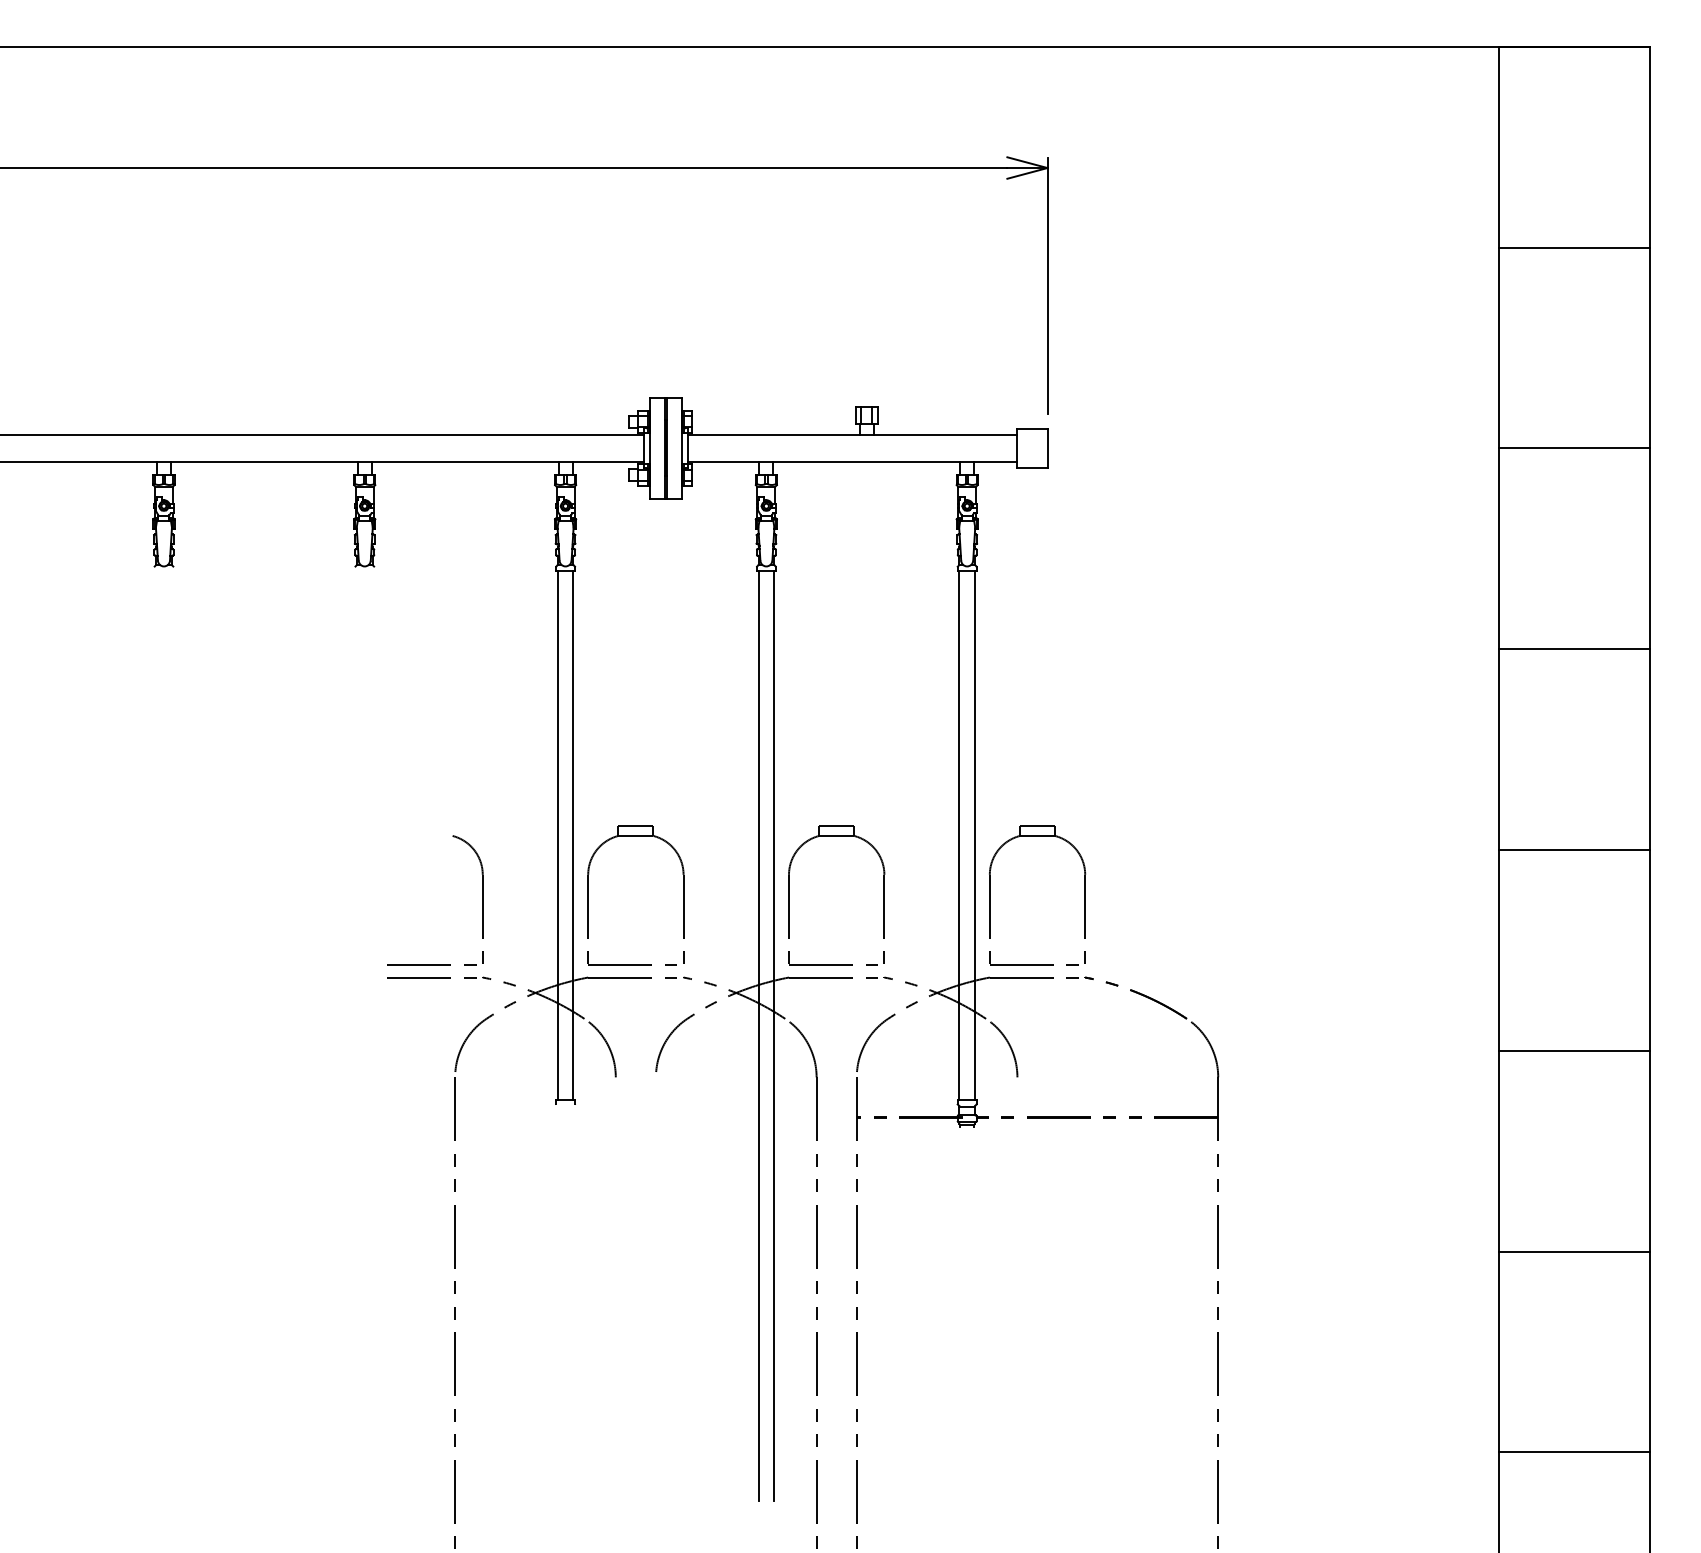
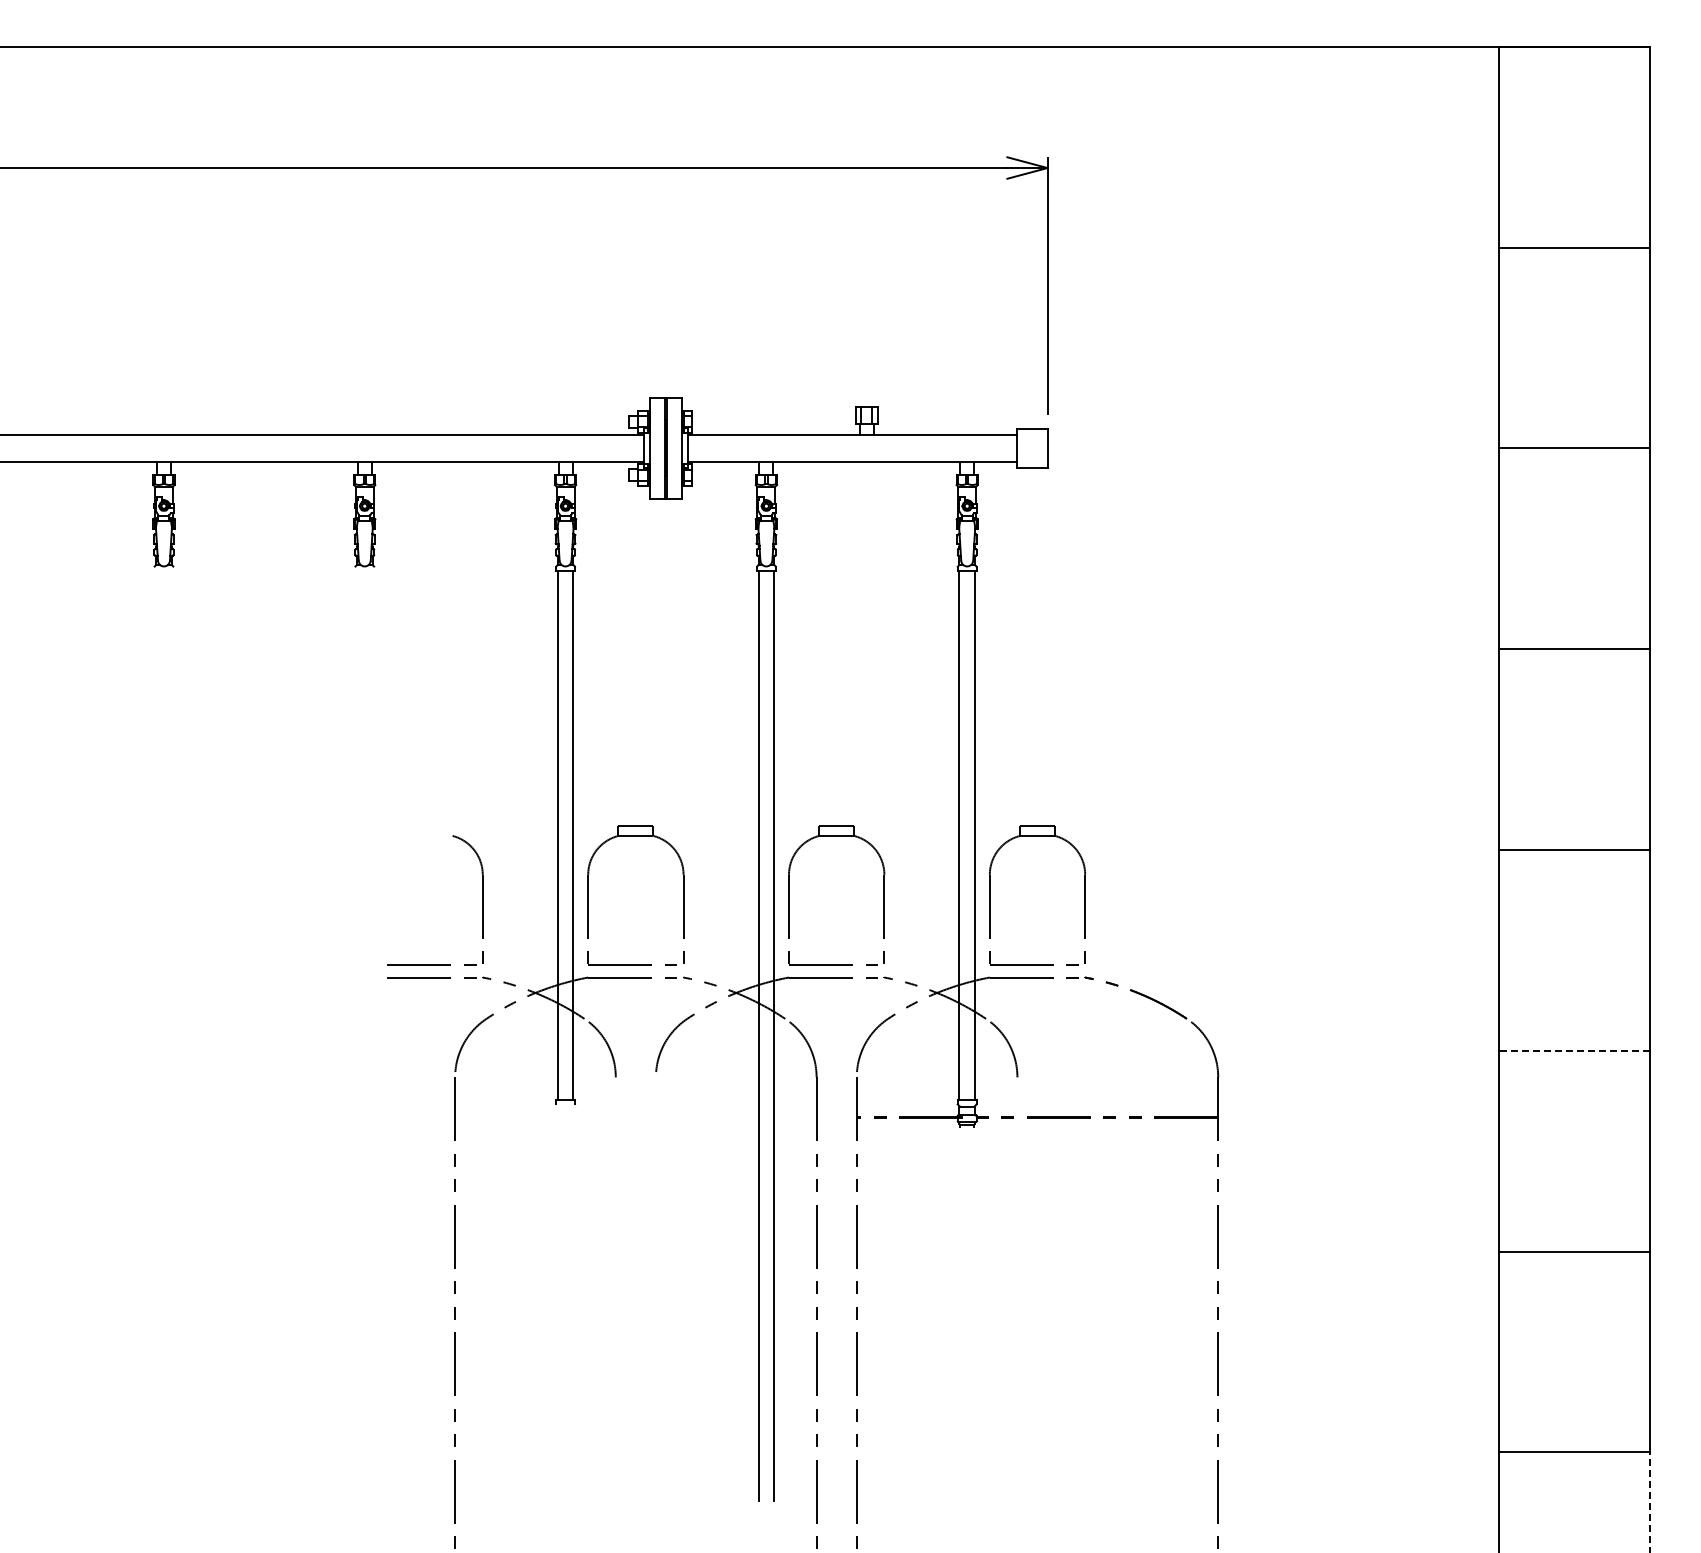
line at (1574, 1050): solid -> dashed
line at (1649, 1502): solid -> dashed
